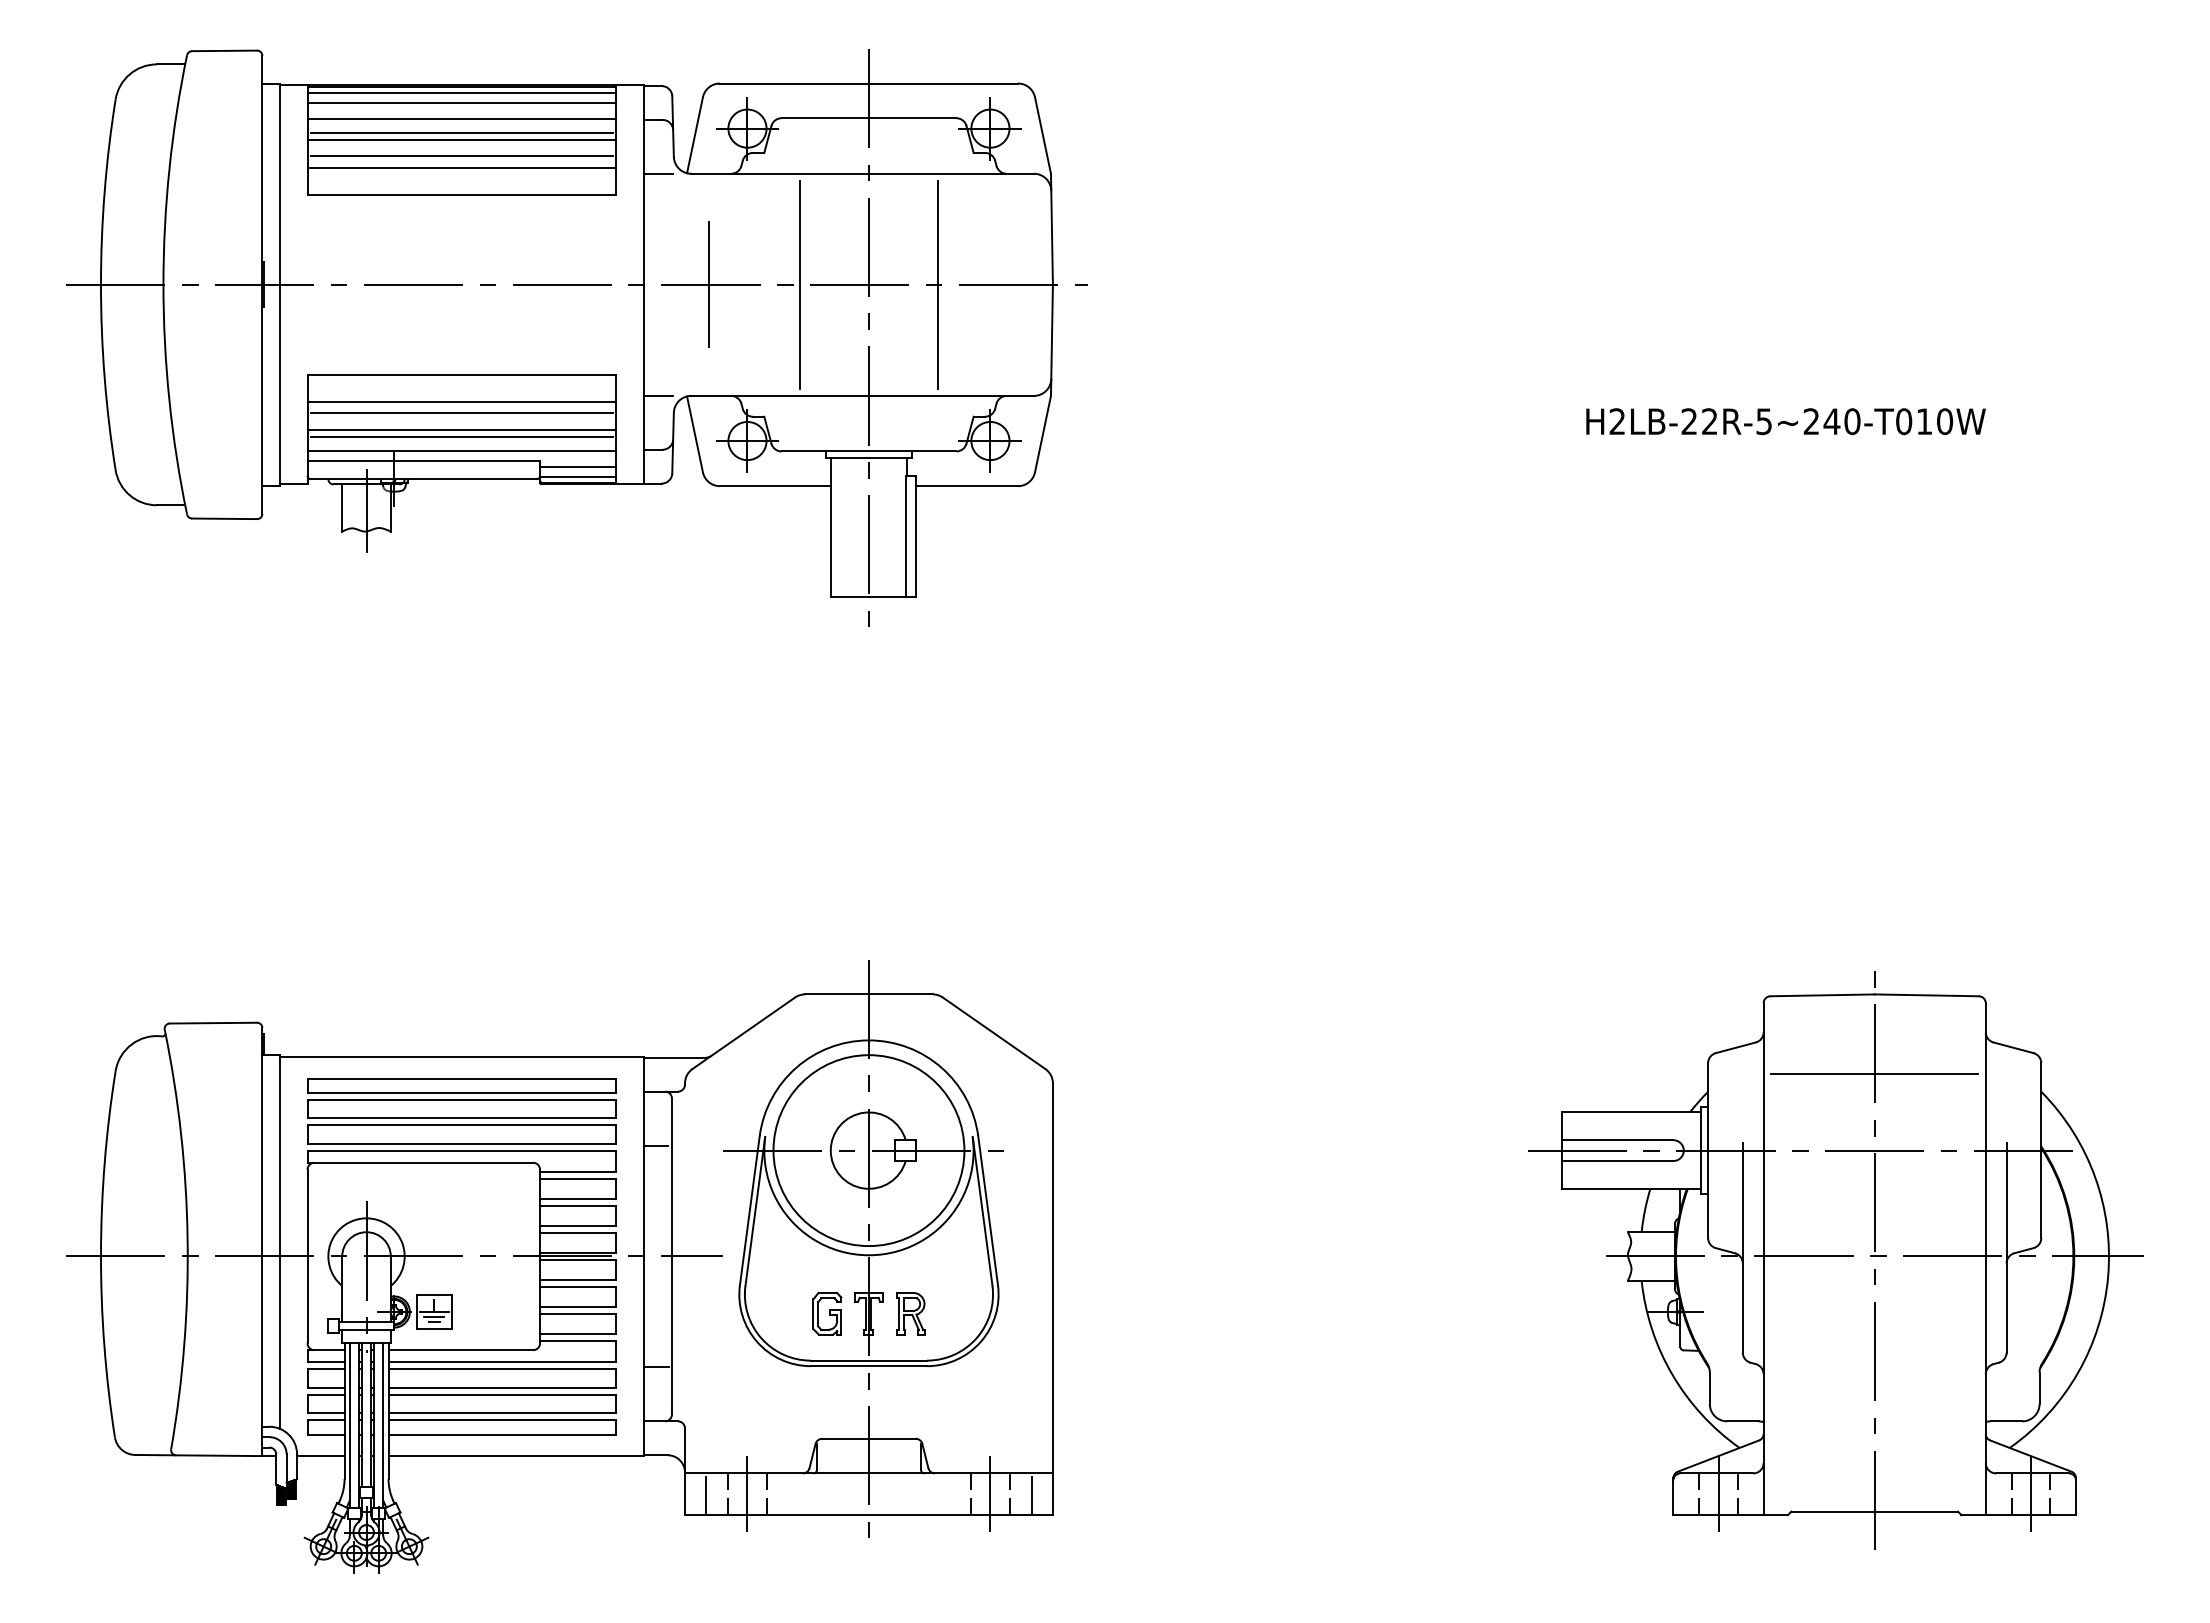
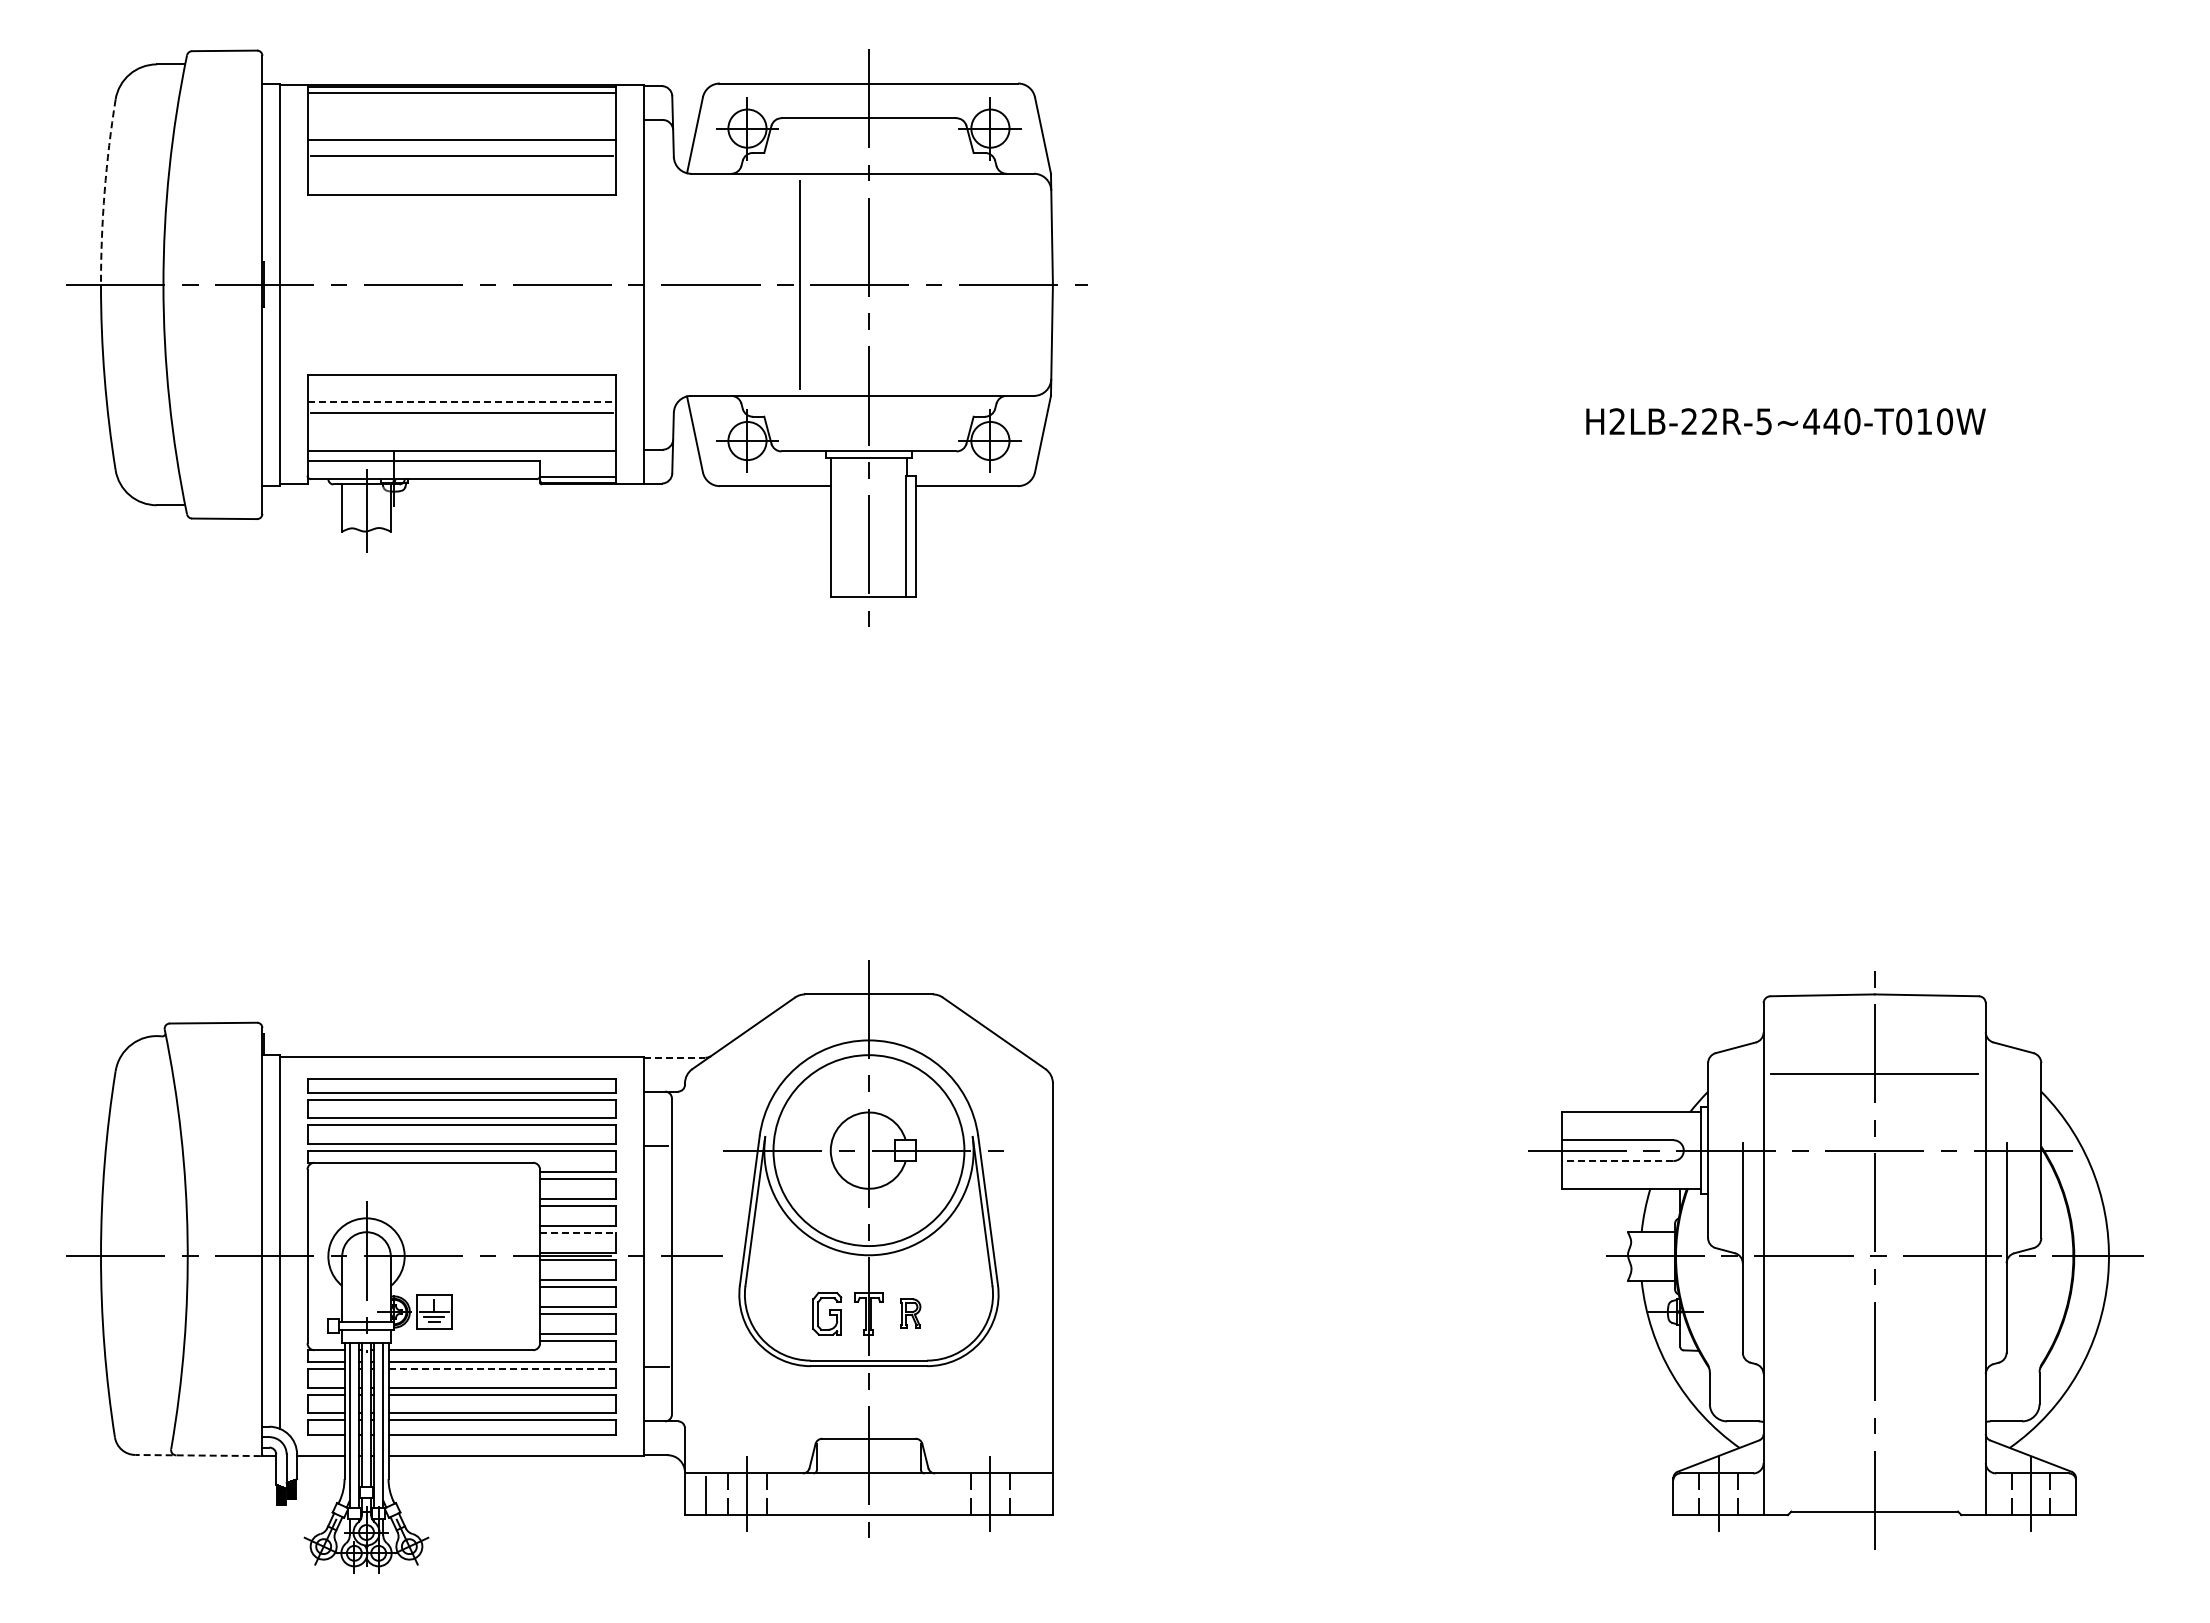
line at (461, 102): present -> none
line at (461, 118): present -> none
line at (461, 132): present -> none
line at (461, 167): present -> none
line at (658, 173): present -> none
arc at (104, 191): solid -> dashed
line at (708, 284): present -> none
line at (938, 284): present -> none
line at (658, 395): present -> none
line at (462, 402): solid -> dashed
text at (1811, 421): H2LB-22R-5~240-T010W -> H2LB-22R-5~440-T010W
line at (461, 430): present -> none
line at (461, 437): present -> none
line at (578, 466): present -> none
line at (674, 1057): solid -> dashed
line at (1617, 1161): solid -> dashed
line at (578, 1232): solid -> dashed
part at (910, 1313) size: 30x44 px -> 22x31 px
line at (502, 1369): solid -> dashed
line at (198, 1455): solid -> dashed
line at (1032, 1496): present -> none
